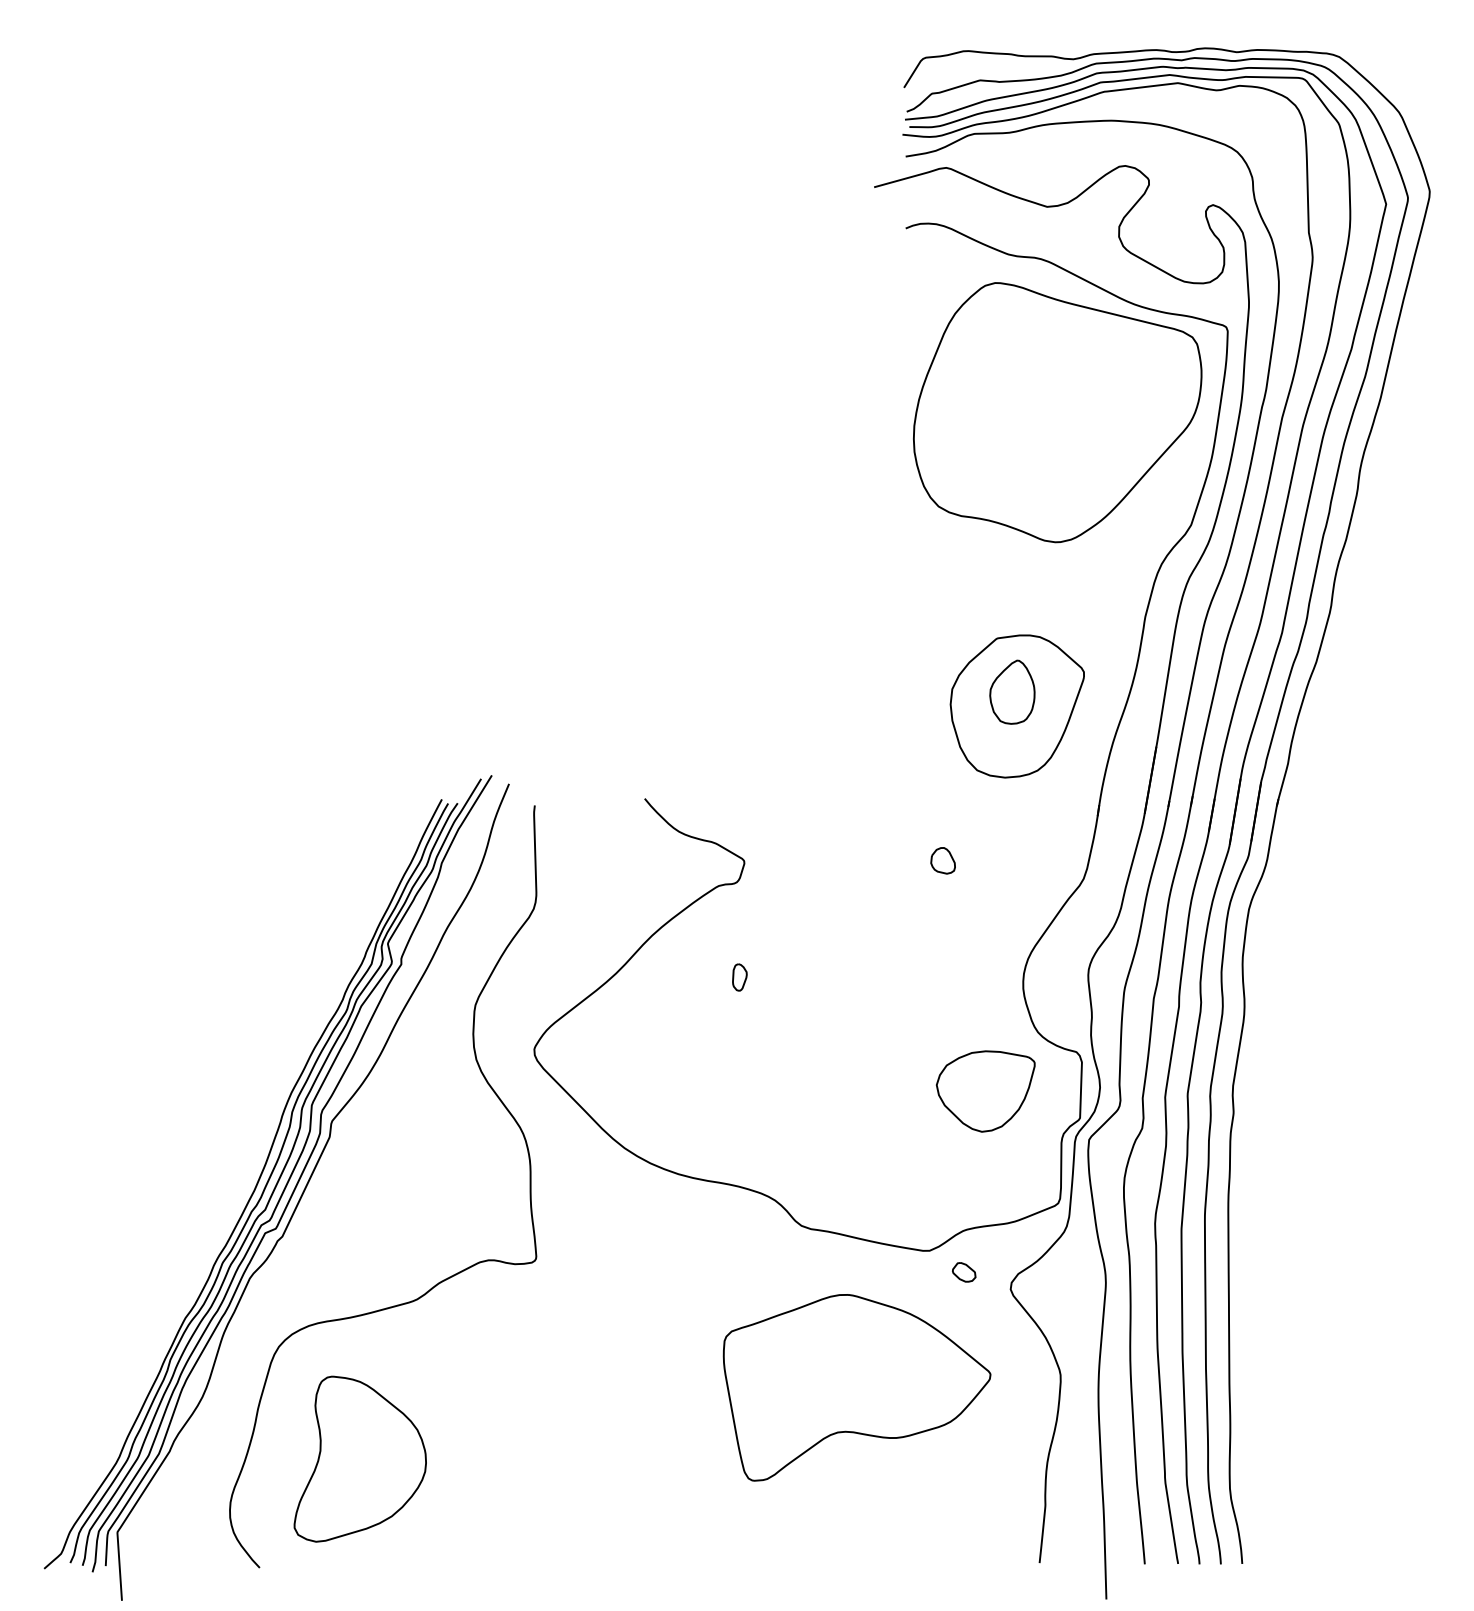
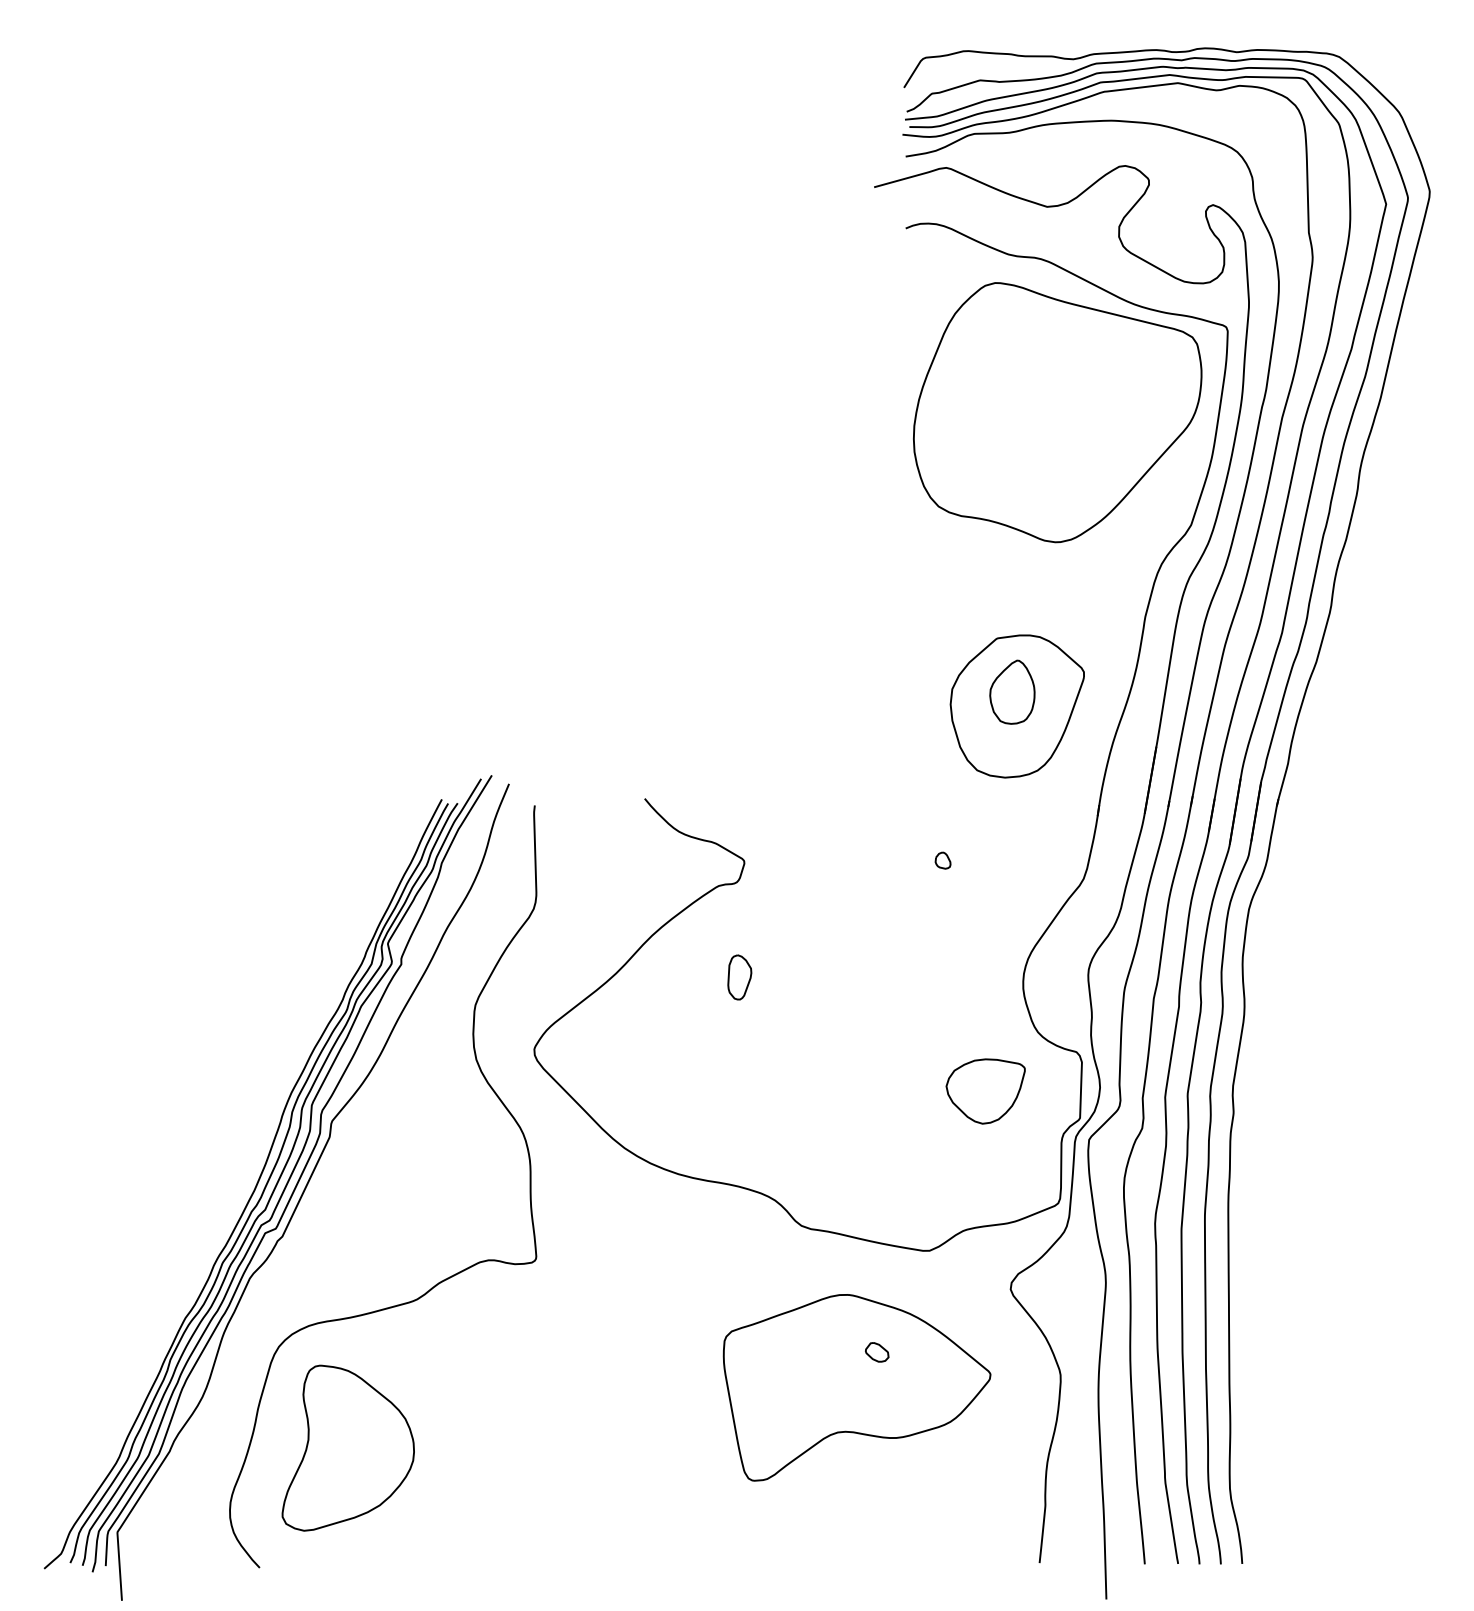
part at (942, 860) size: 26x28 px -> 18x19 px
part at (739, 977) size: 16x29 px -> 26x47 px
part at (985, 1091) size: 101x83 px -> 81x67 px
part at (964, 1272) position: (964, 1272) -> (877, 1352)
part at (359, 1458) position: (359, 1458) -> (347, 1447)
